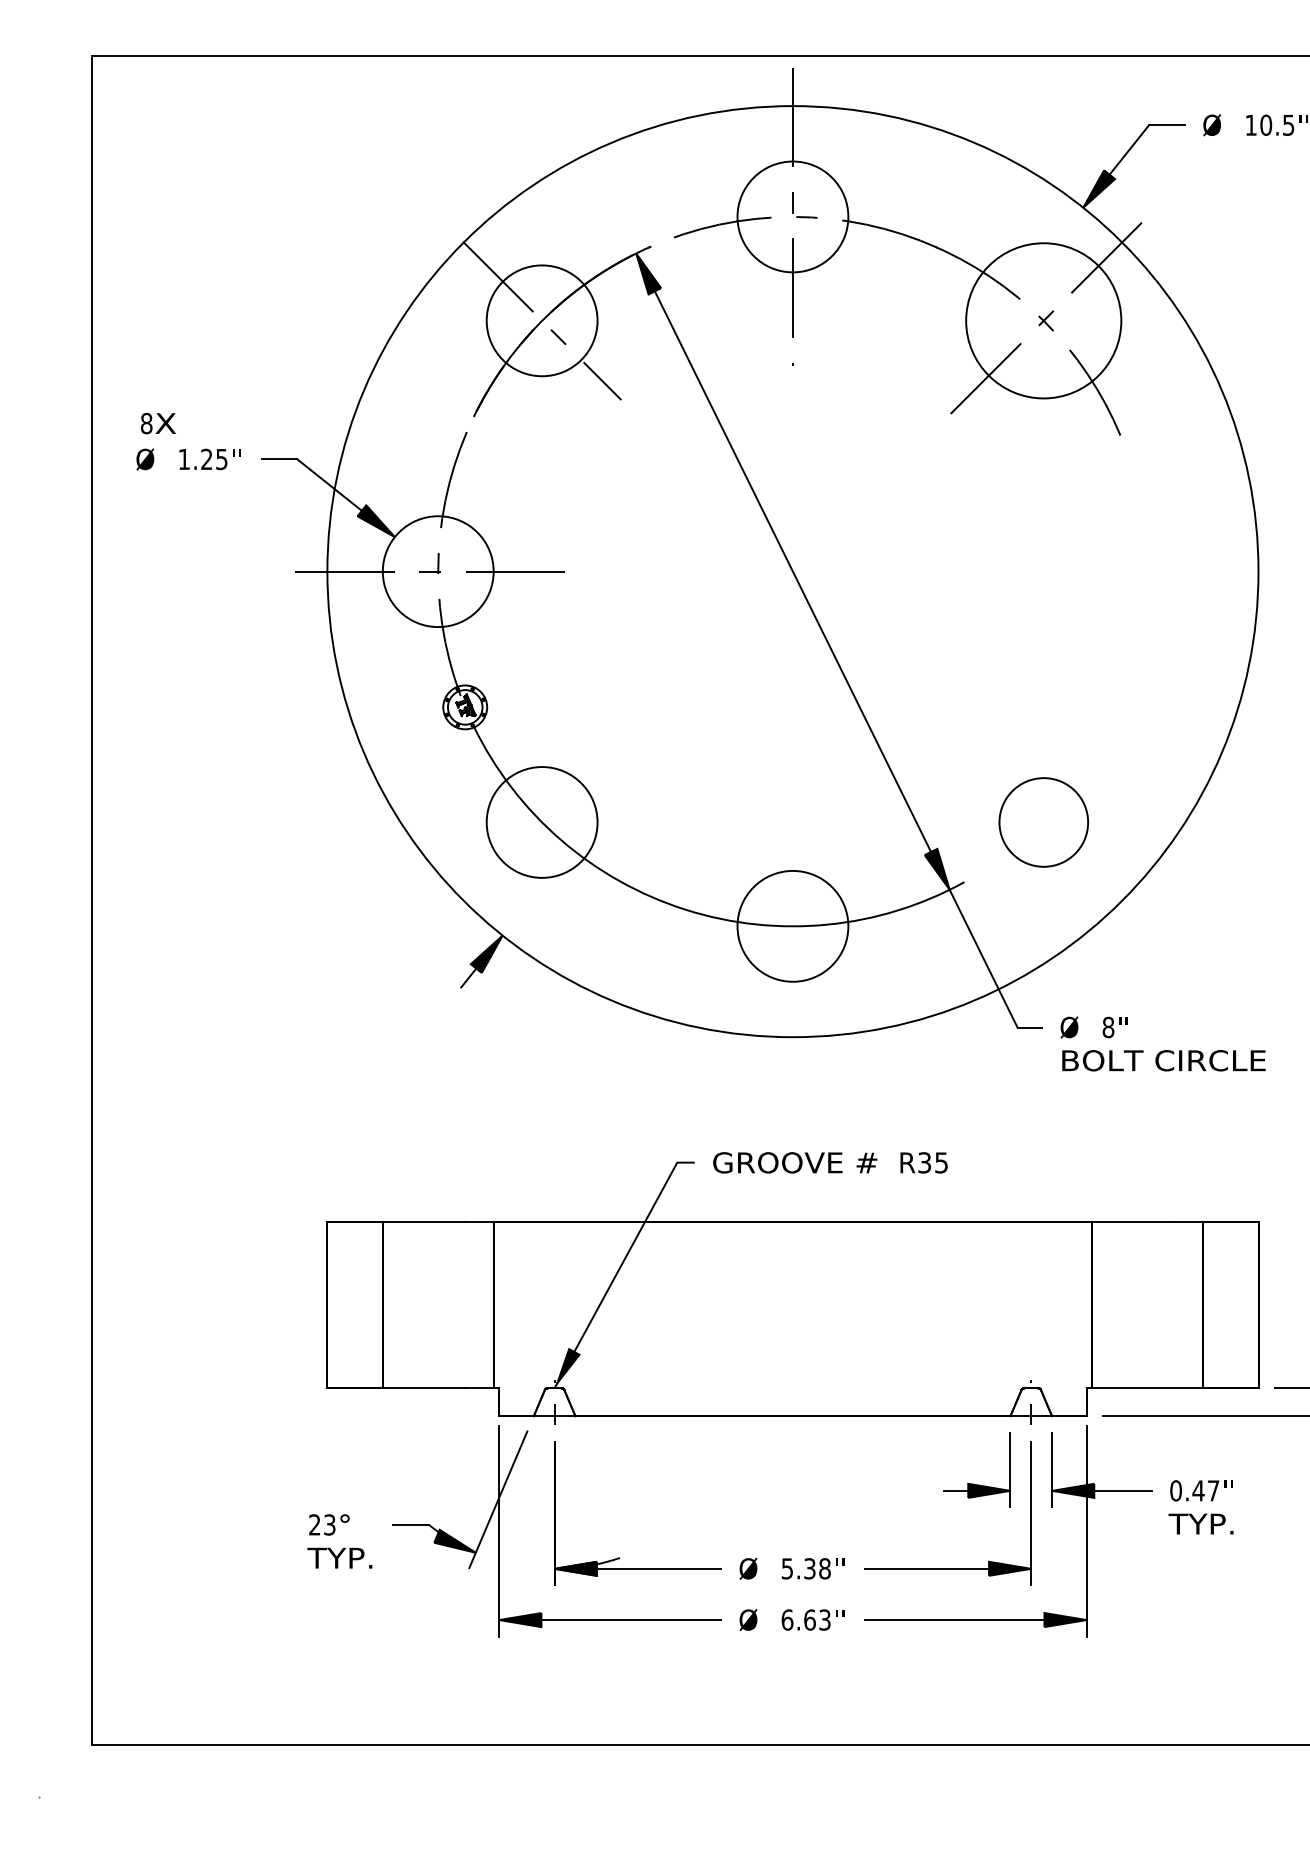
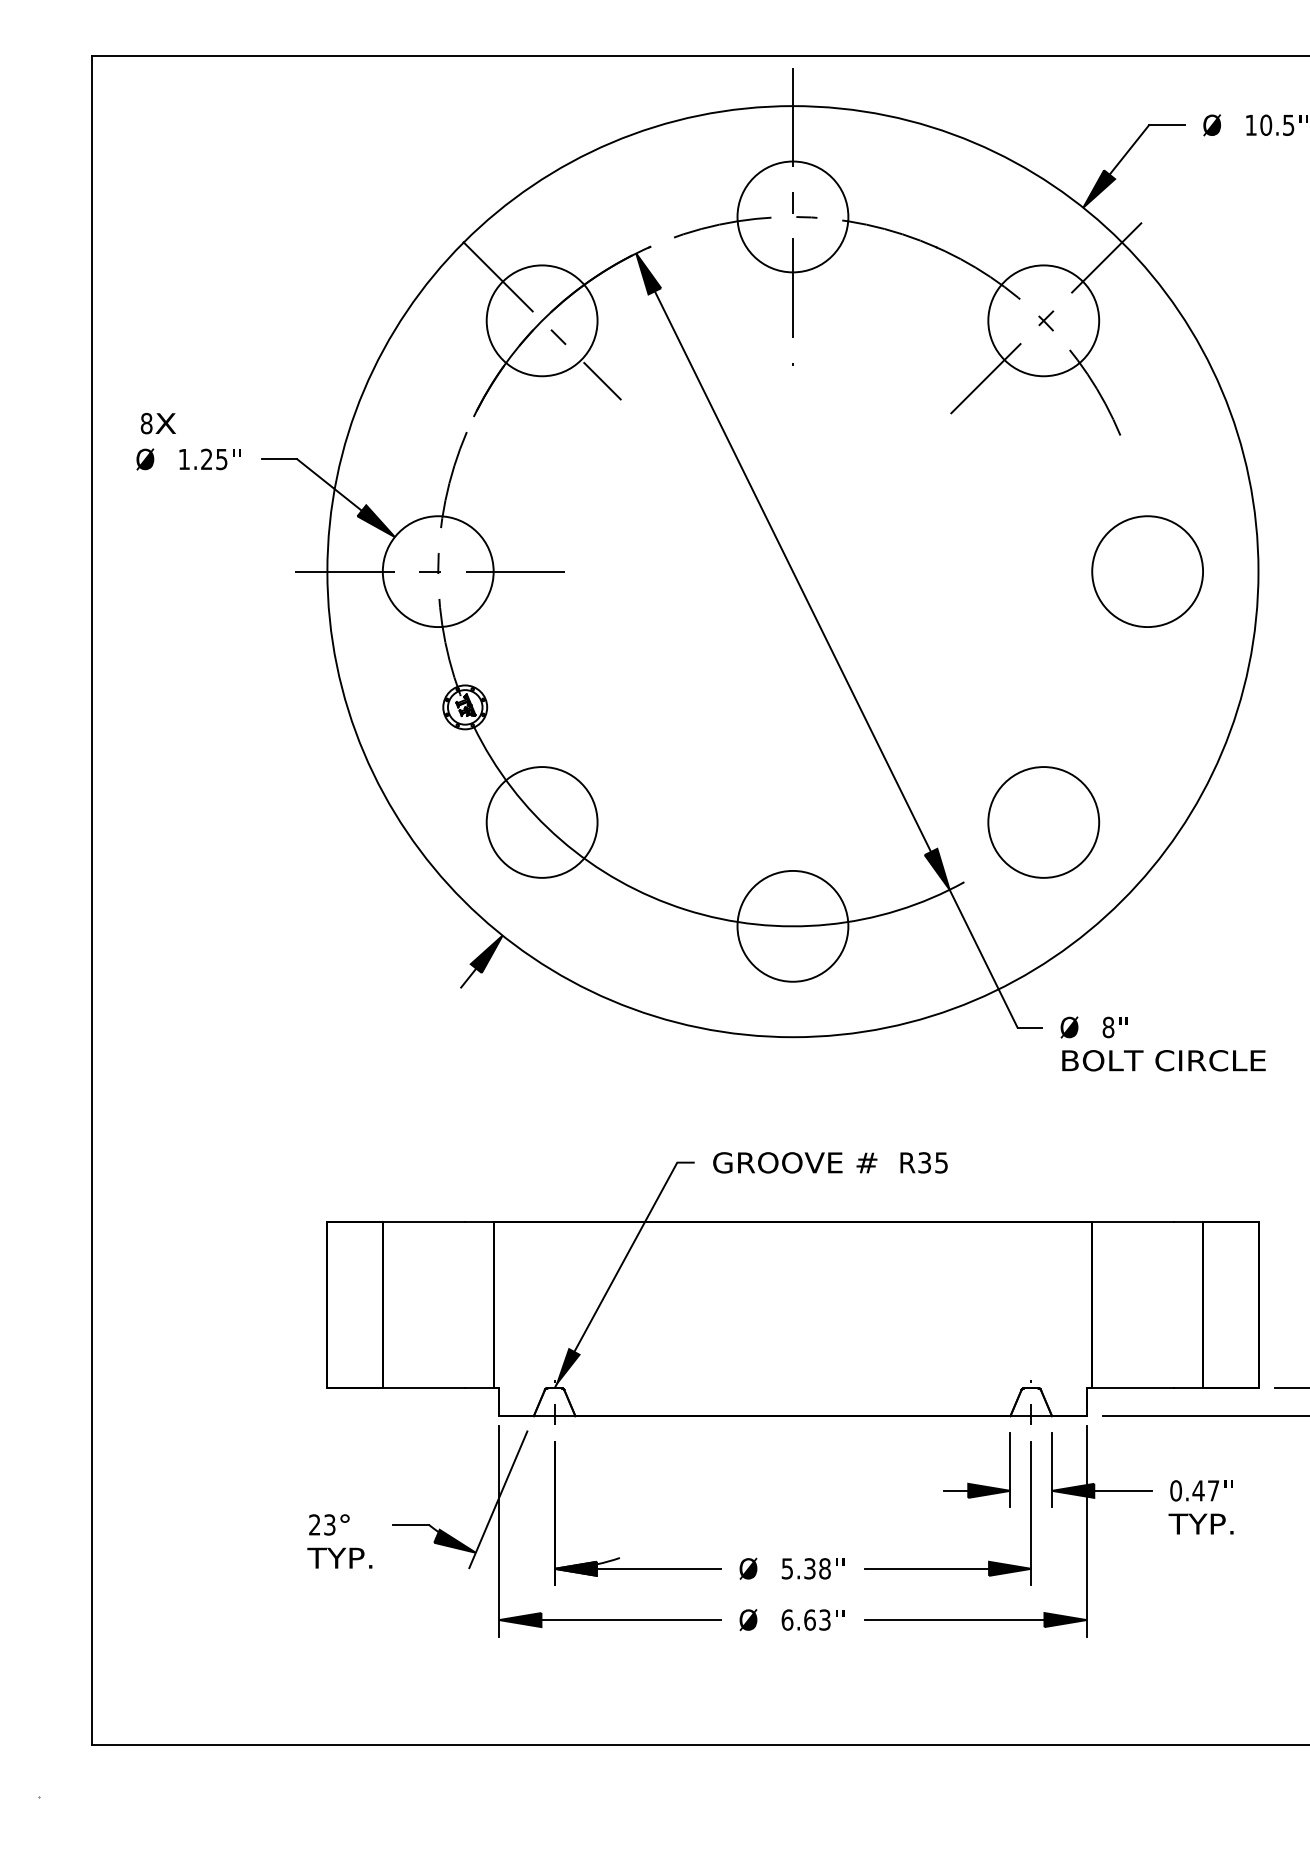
circle at (1043, 320) diameter: 155 px -> 111 px
circle at (1147, 571): none -> present
circle at (1043, 822) size: 91x91 px -> 114x113 px
